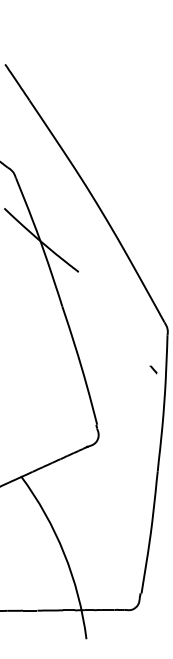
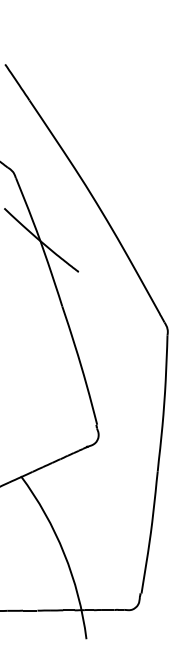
curve at (153, 369): present -> none
